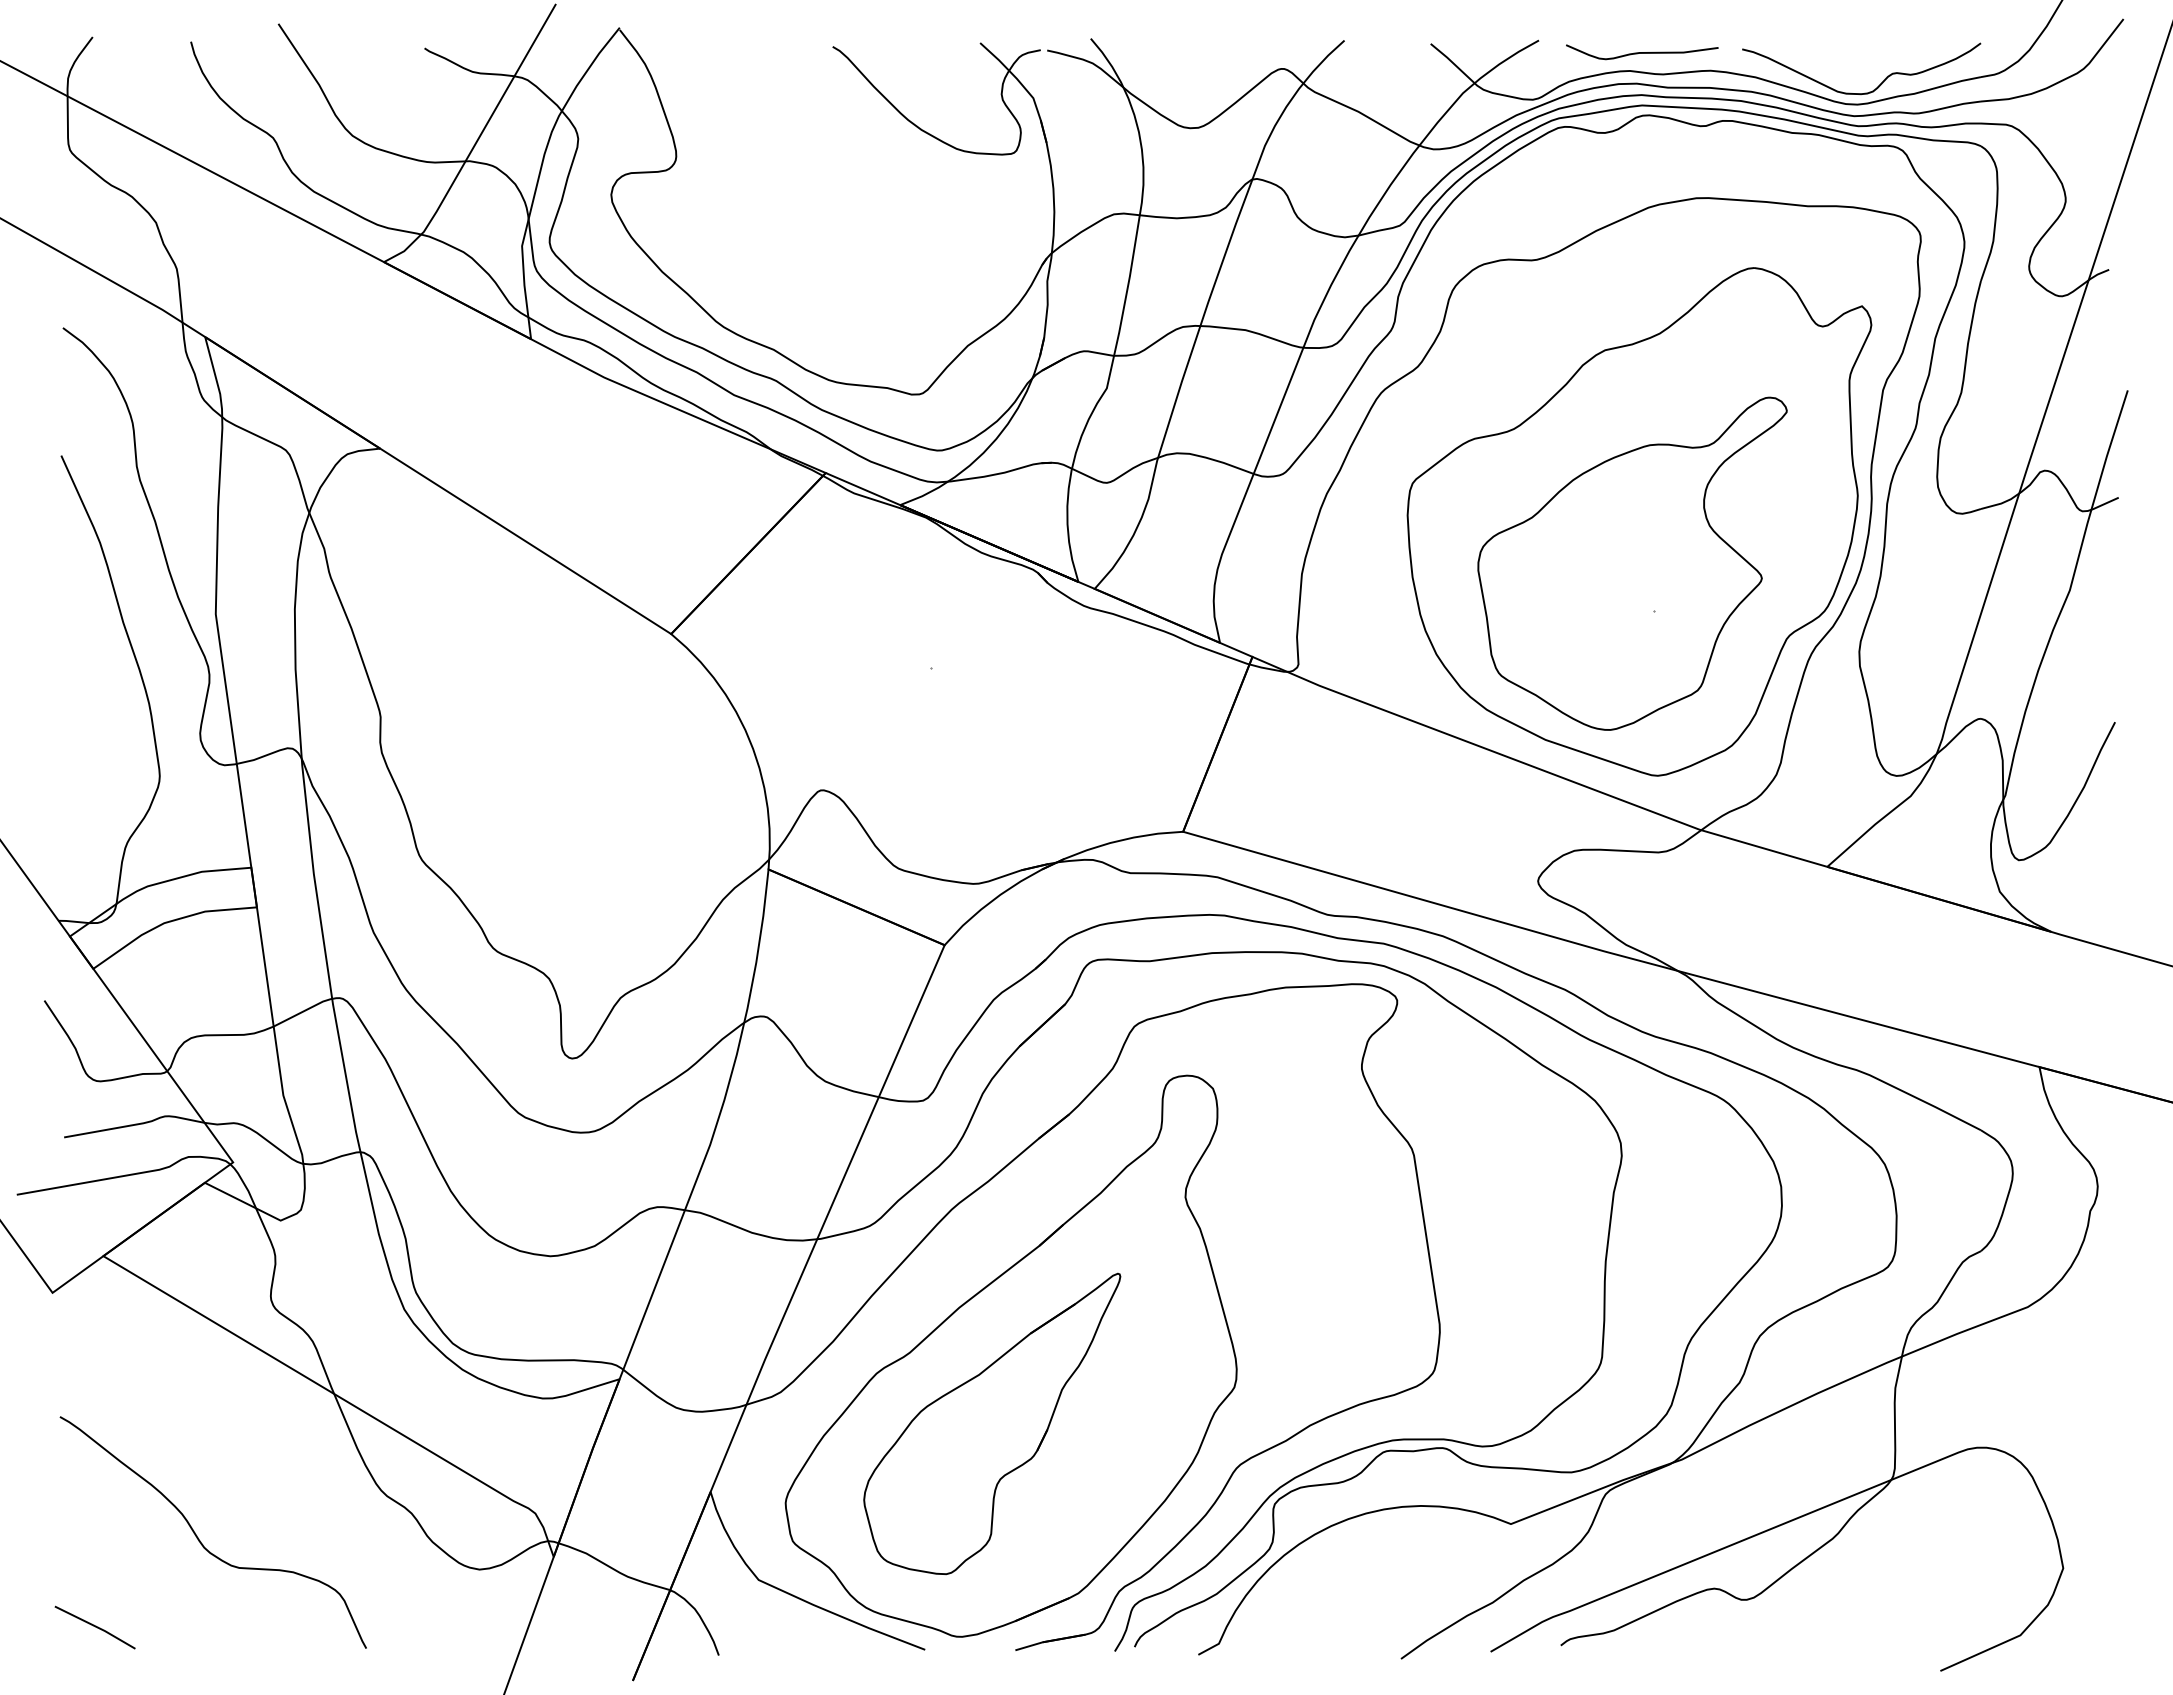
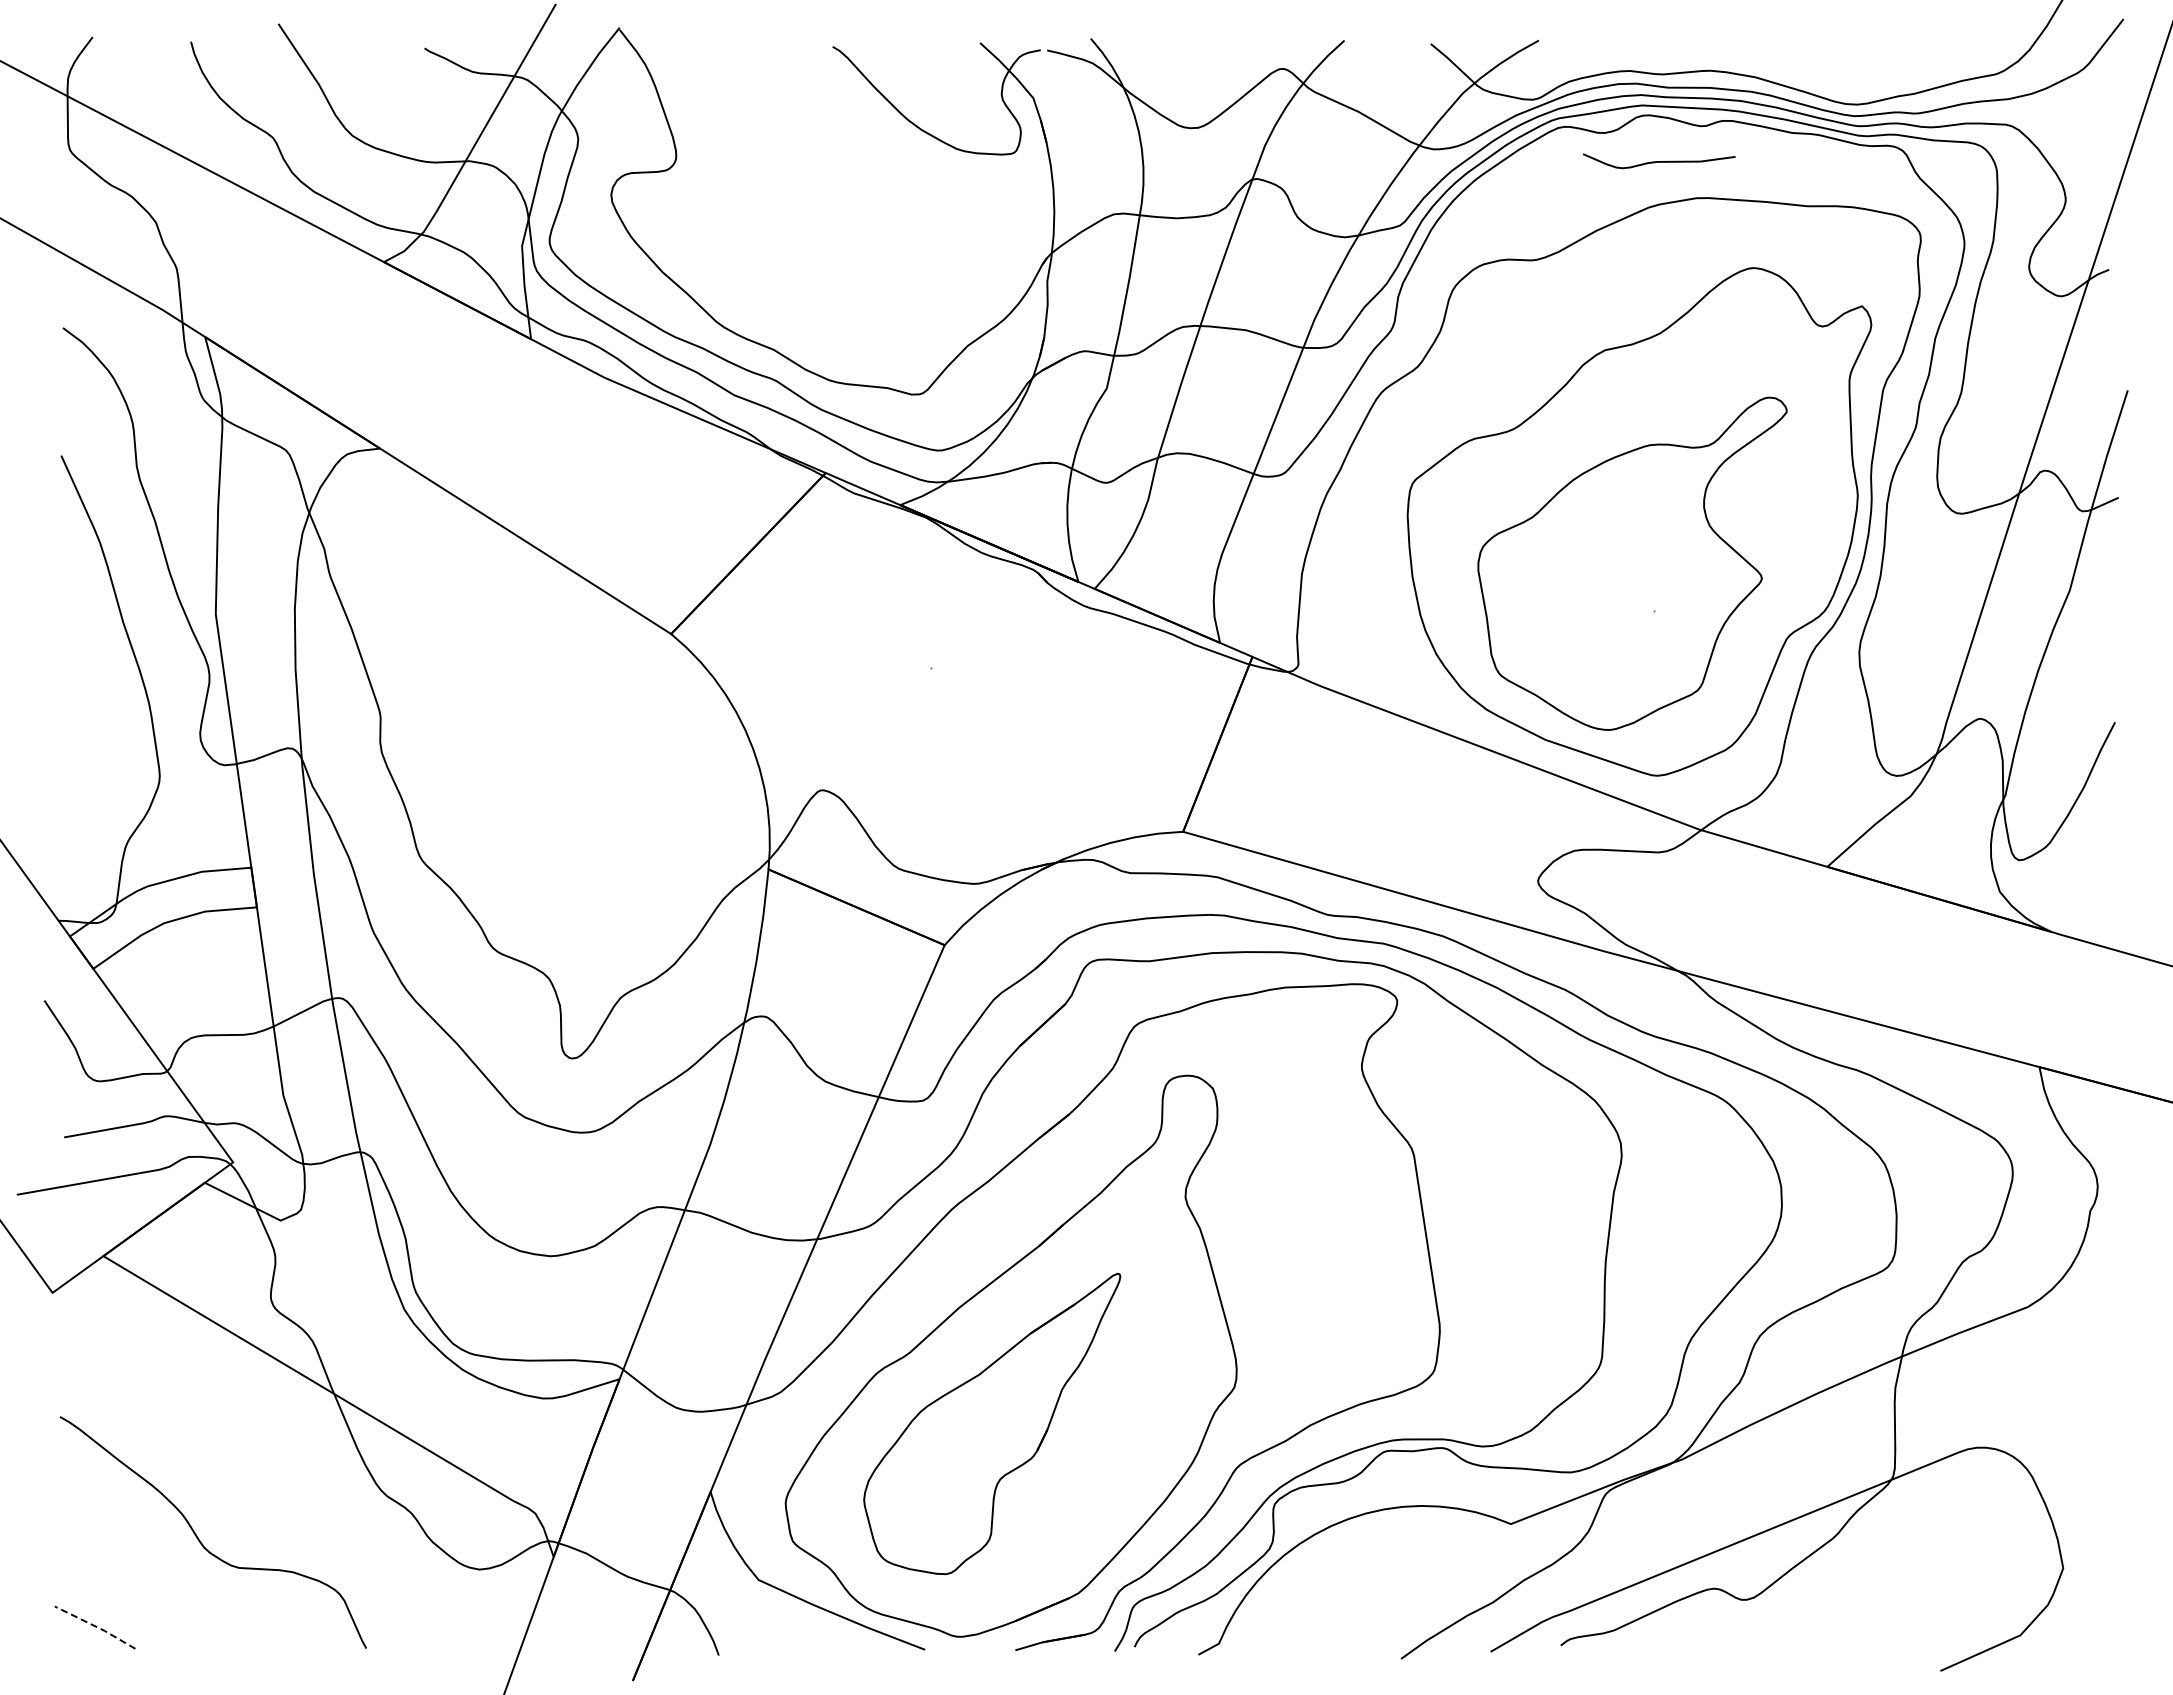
curve at (1642, 52) position: (1642, 52) -> (1659, 161)
curve at (1878, 85): present -> none
line at (96, 1626): solid -> dashed
